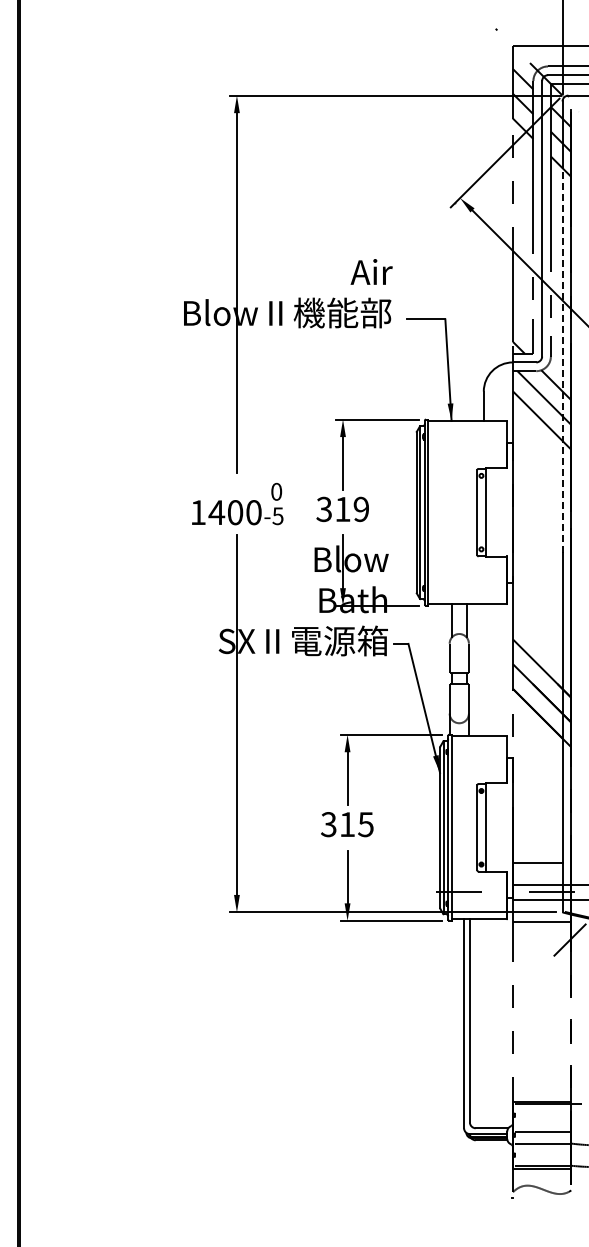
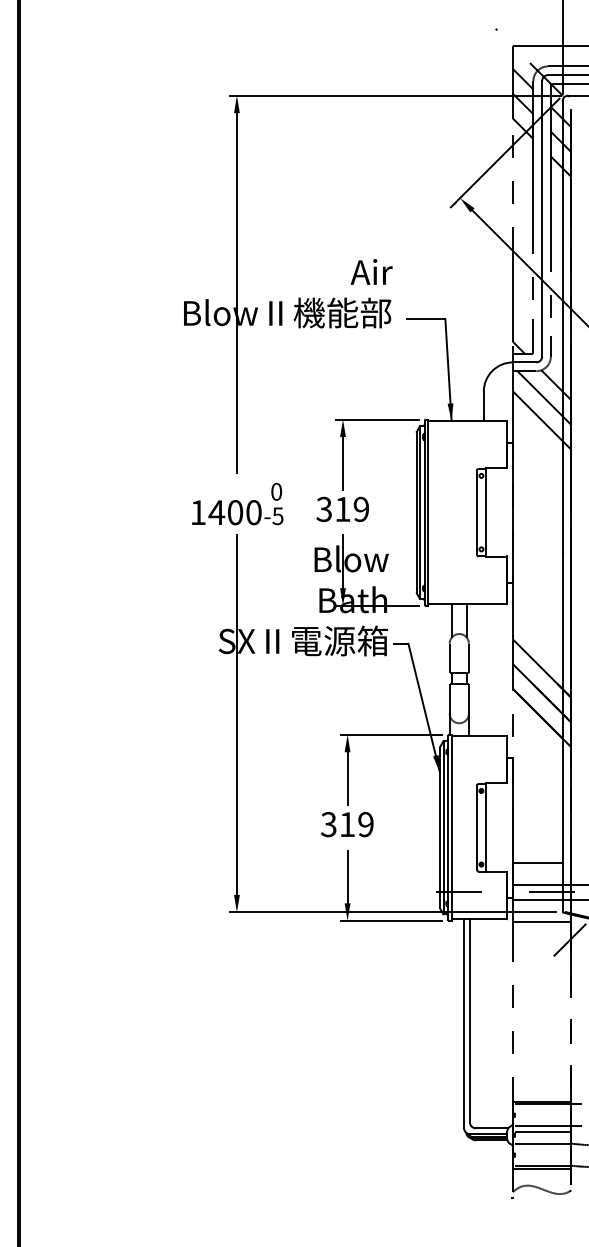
line at (562, 359): dashed -> solid
text at (365, 824): 315 -> 319
line at (548, 1126): none -> present
